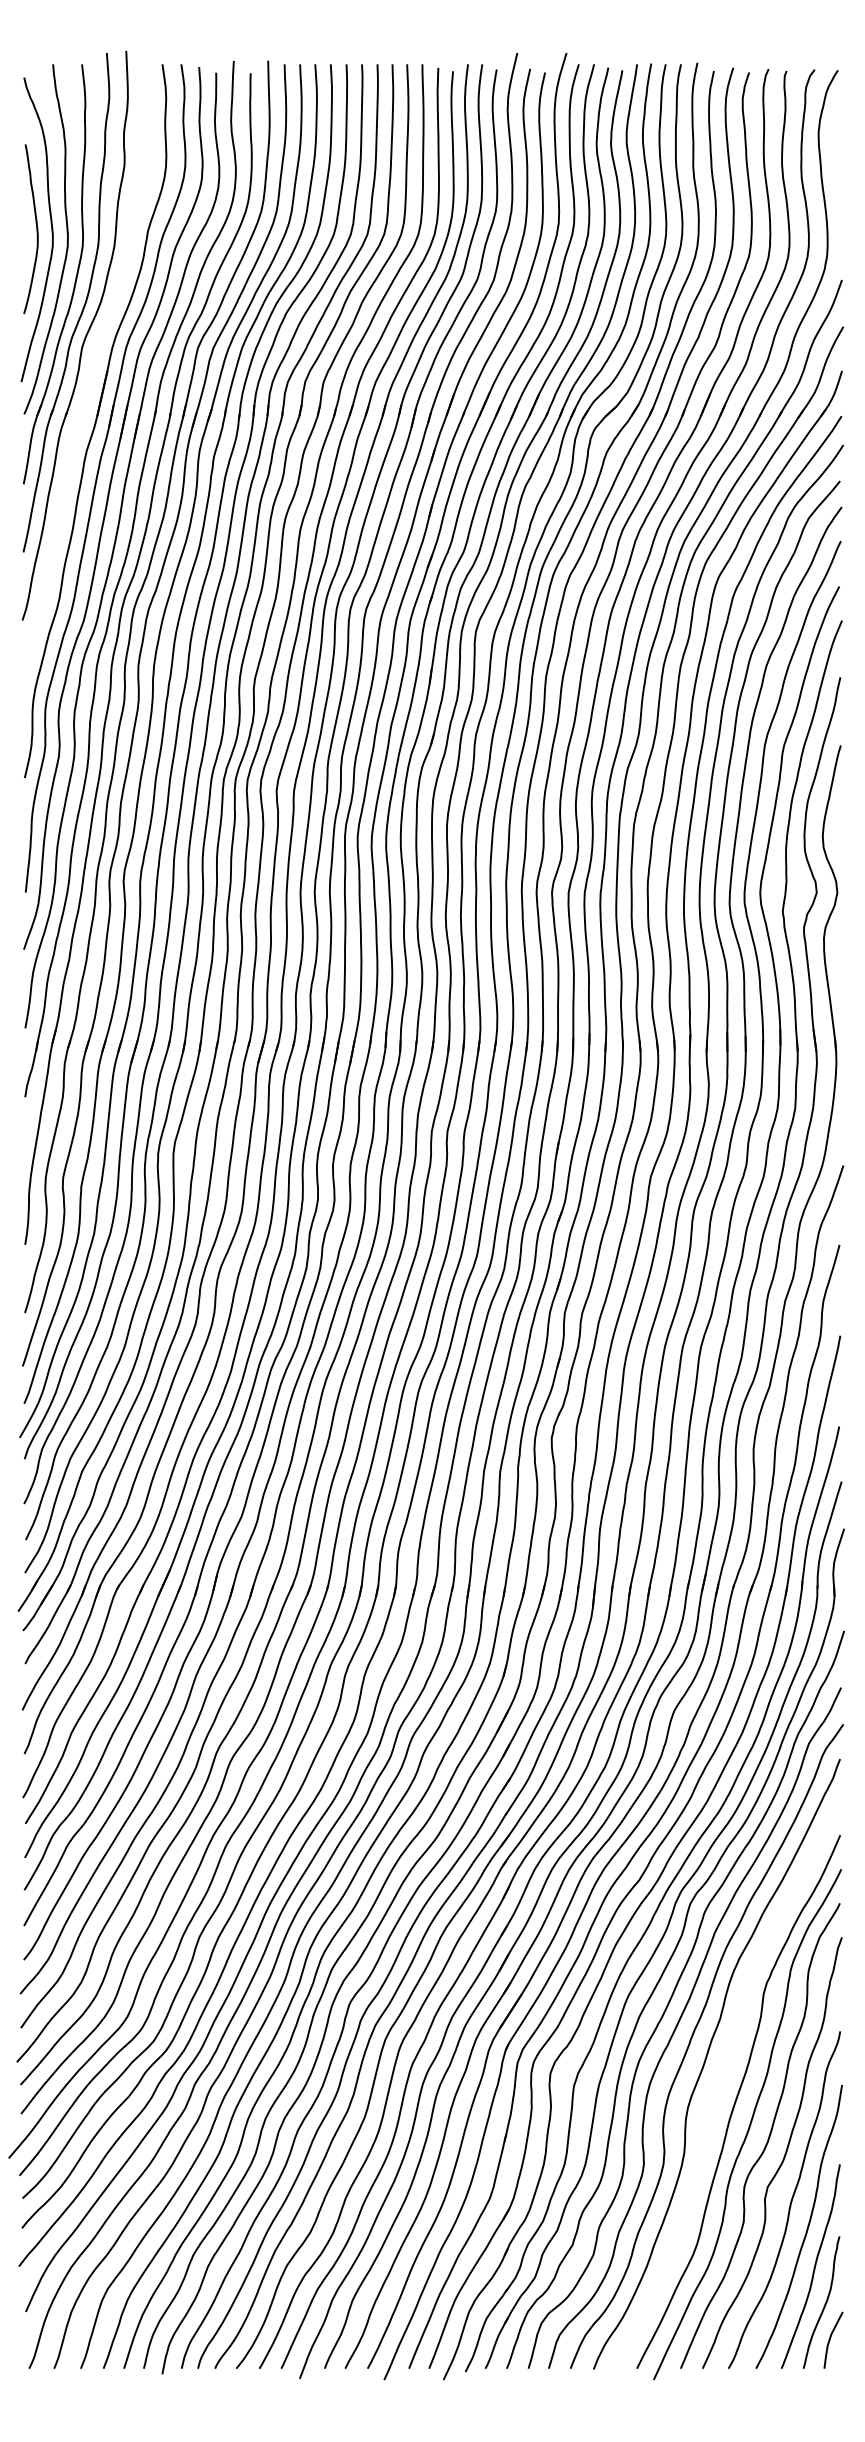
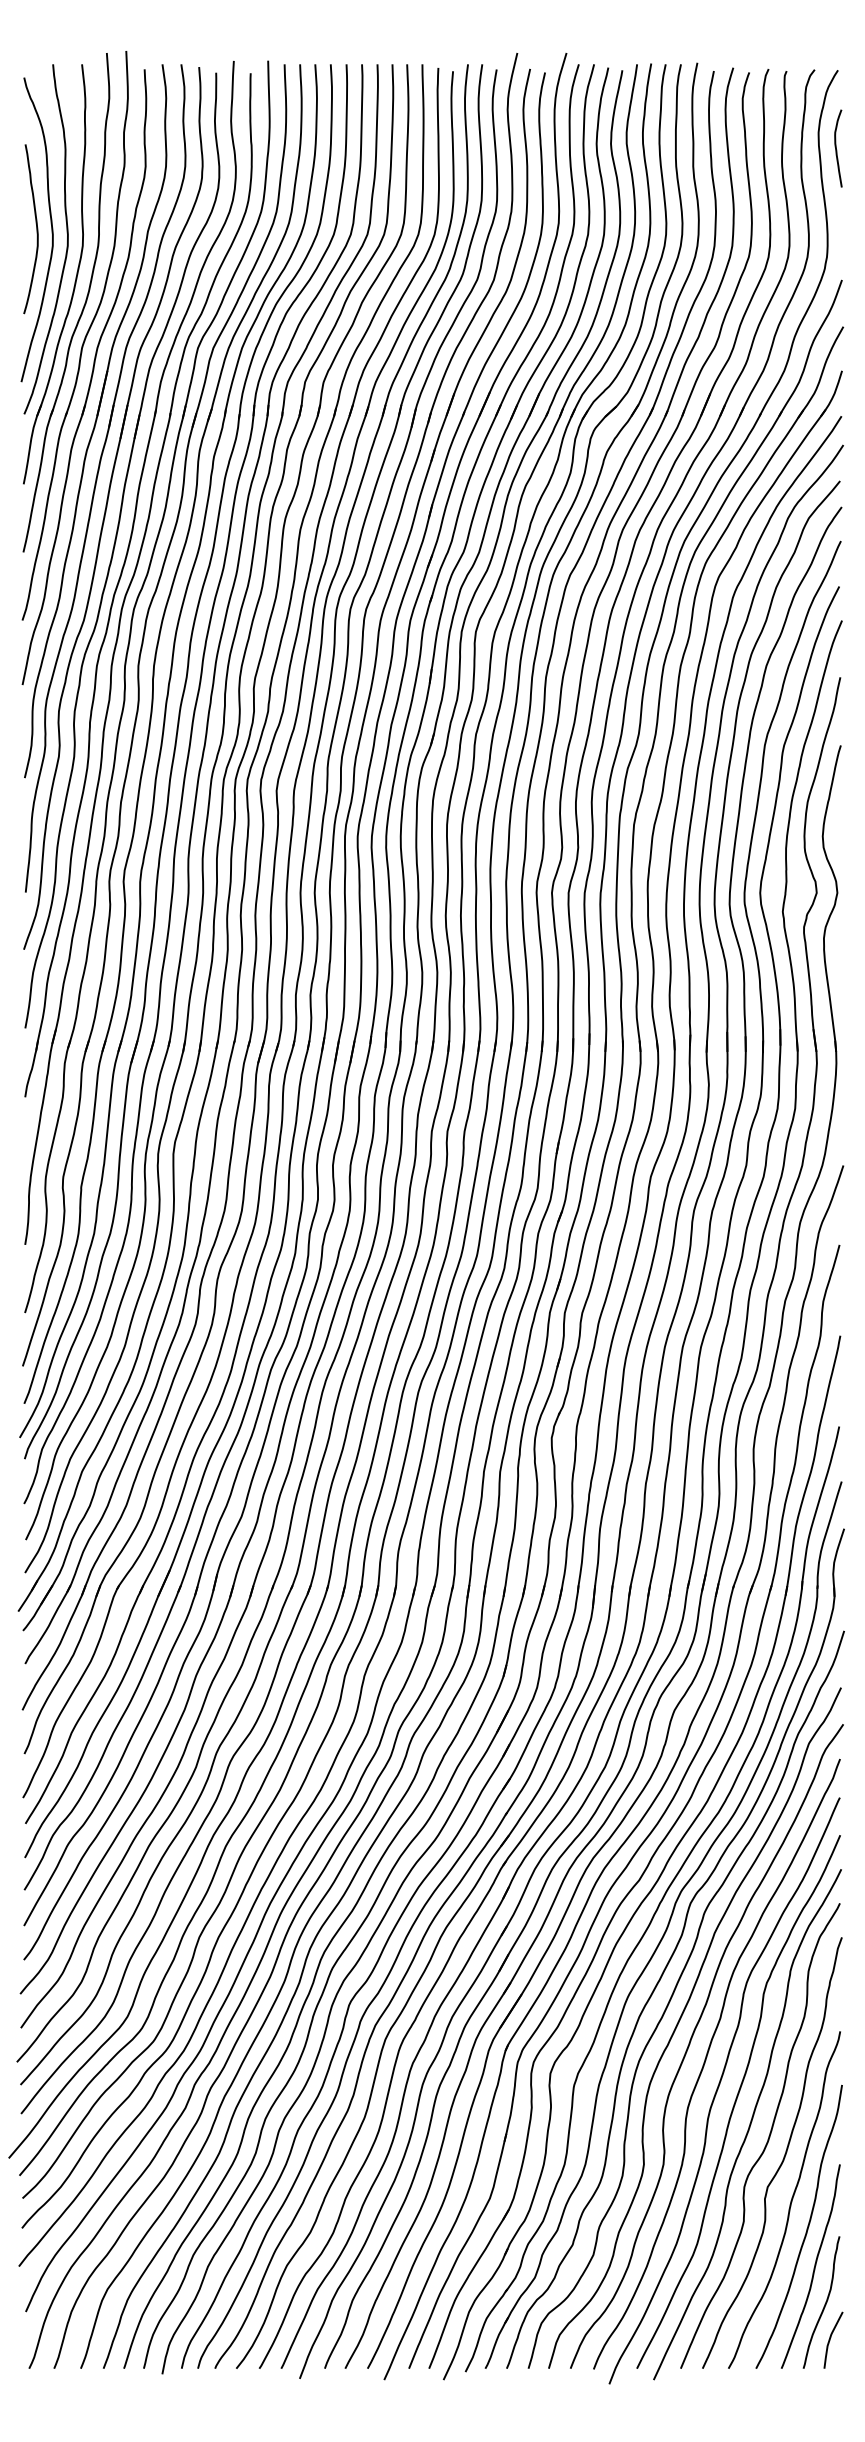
curve at (836, 148): none -> present
part at (84, 377): none -> present
curve at (719, 2087): none -> present
